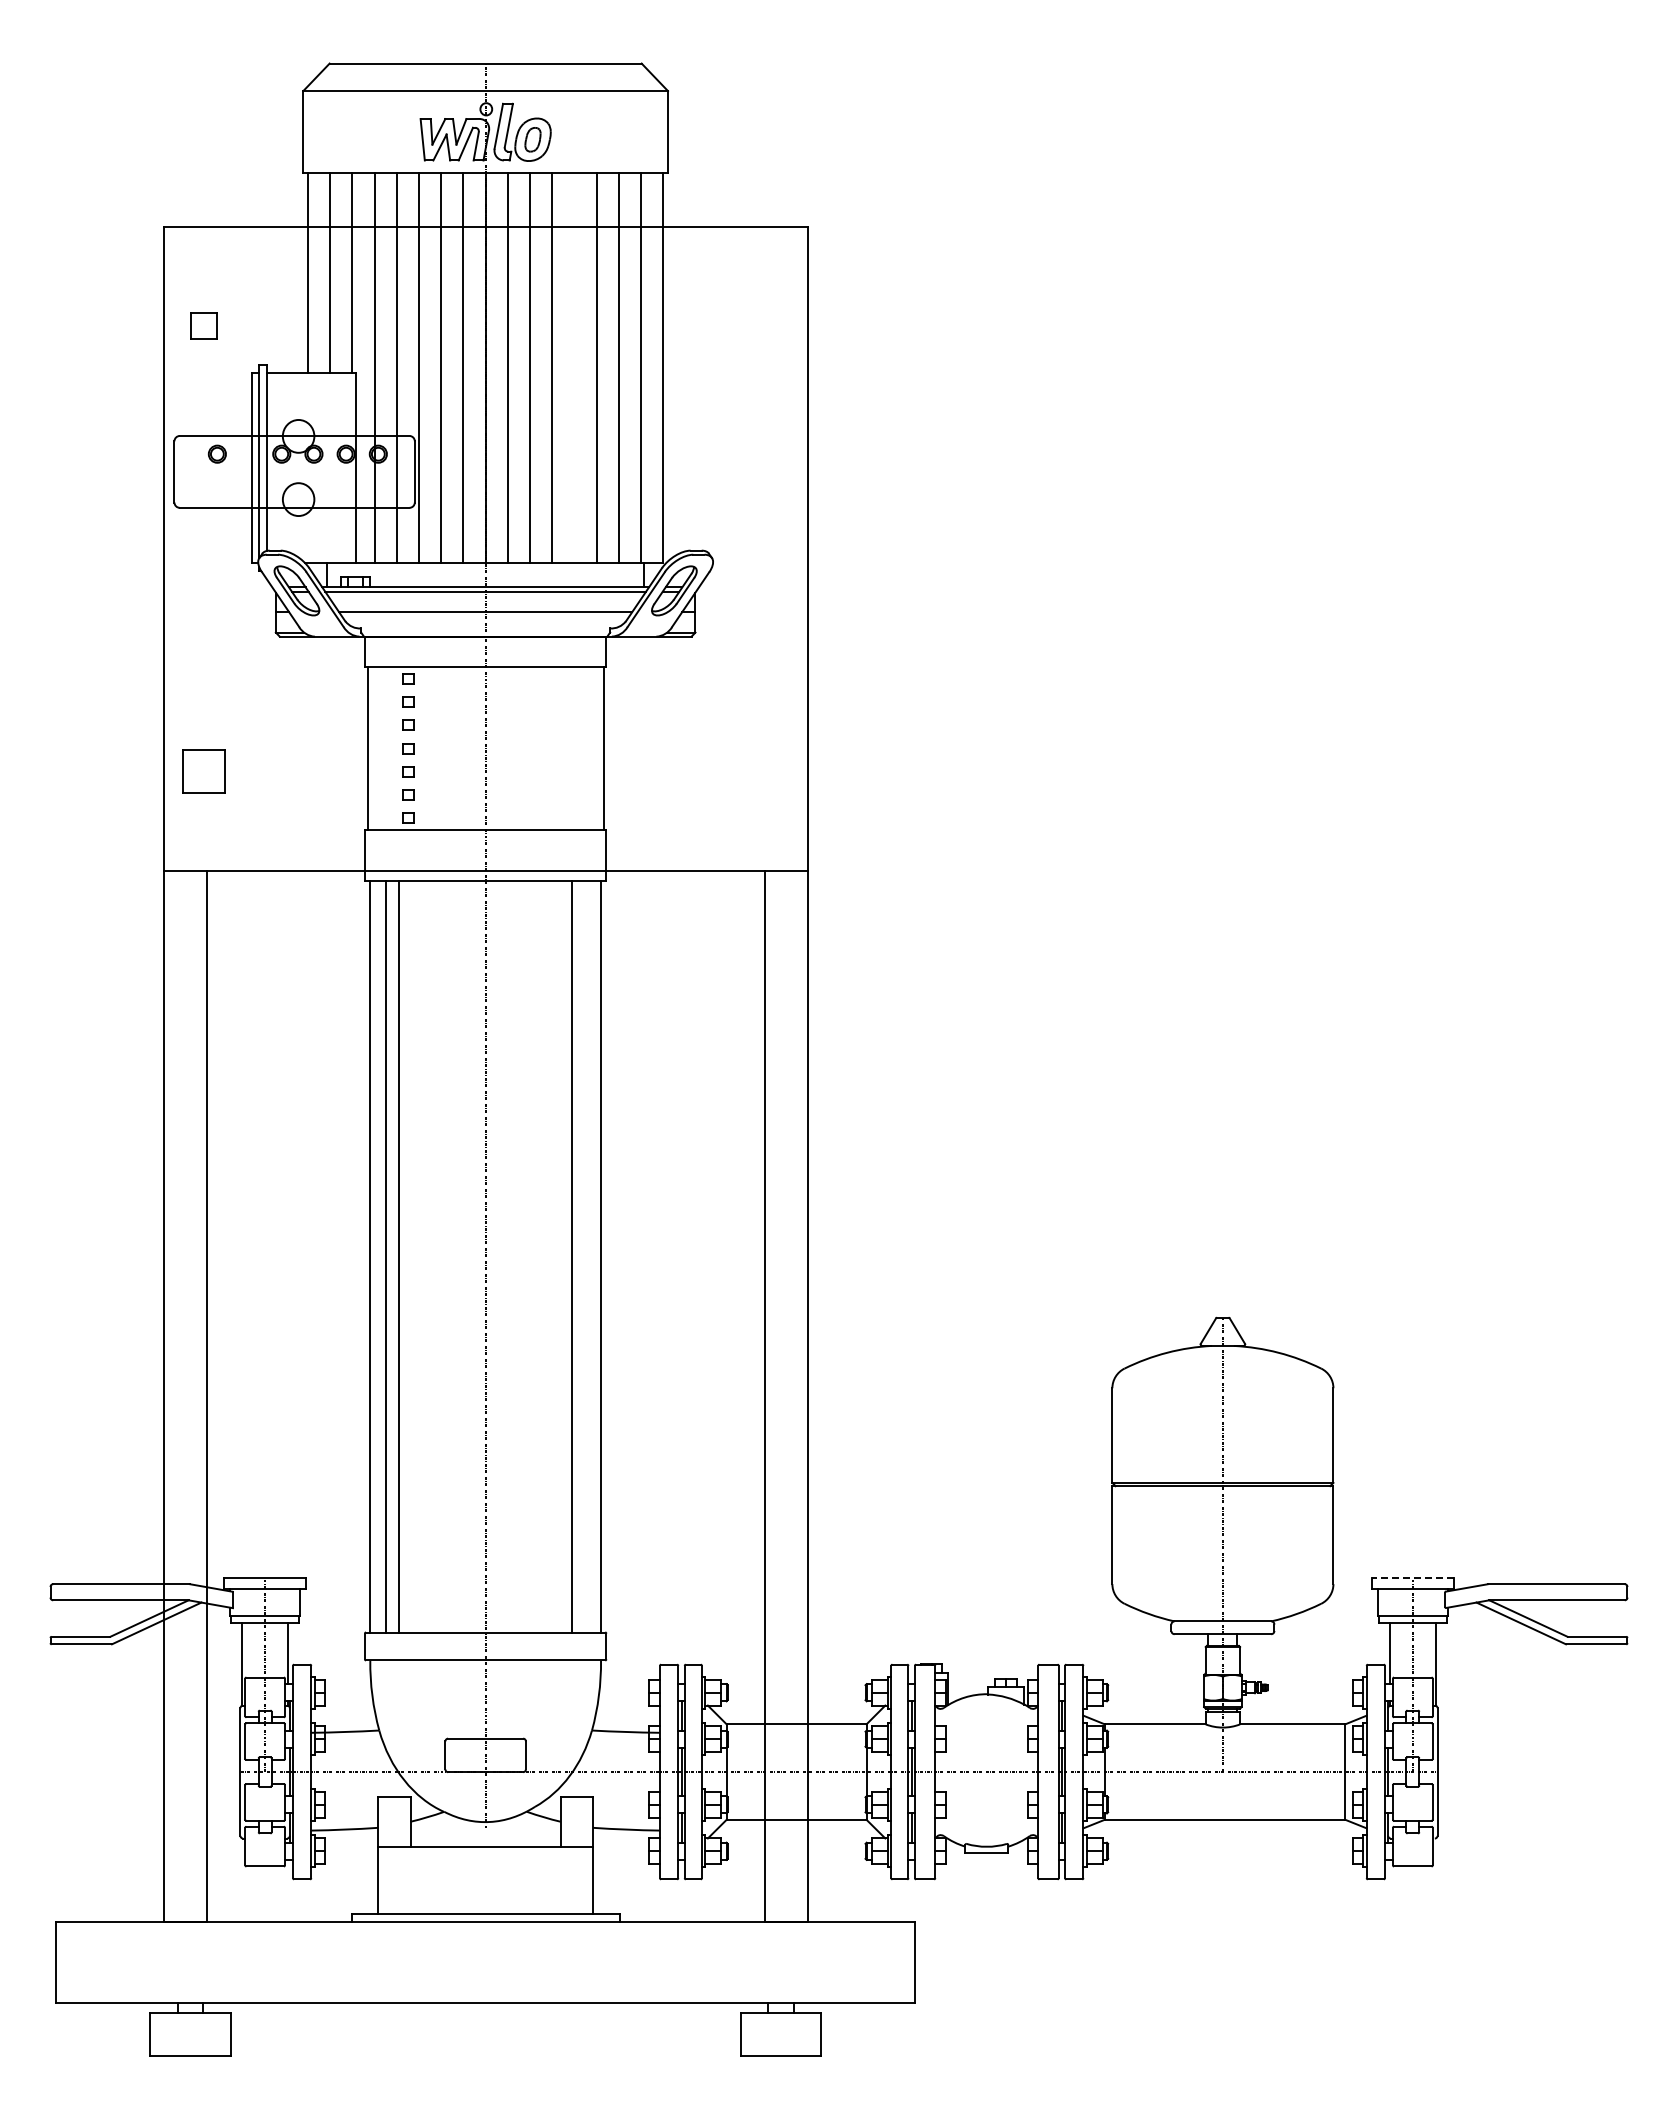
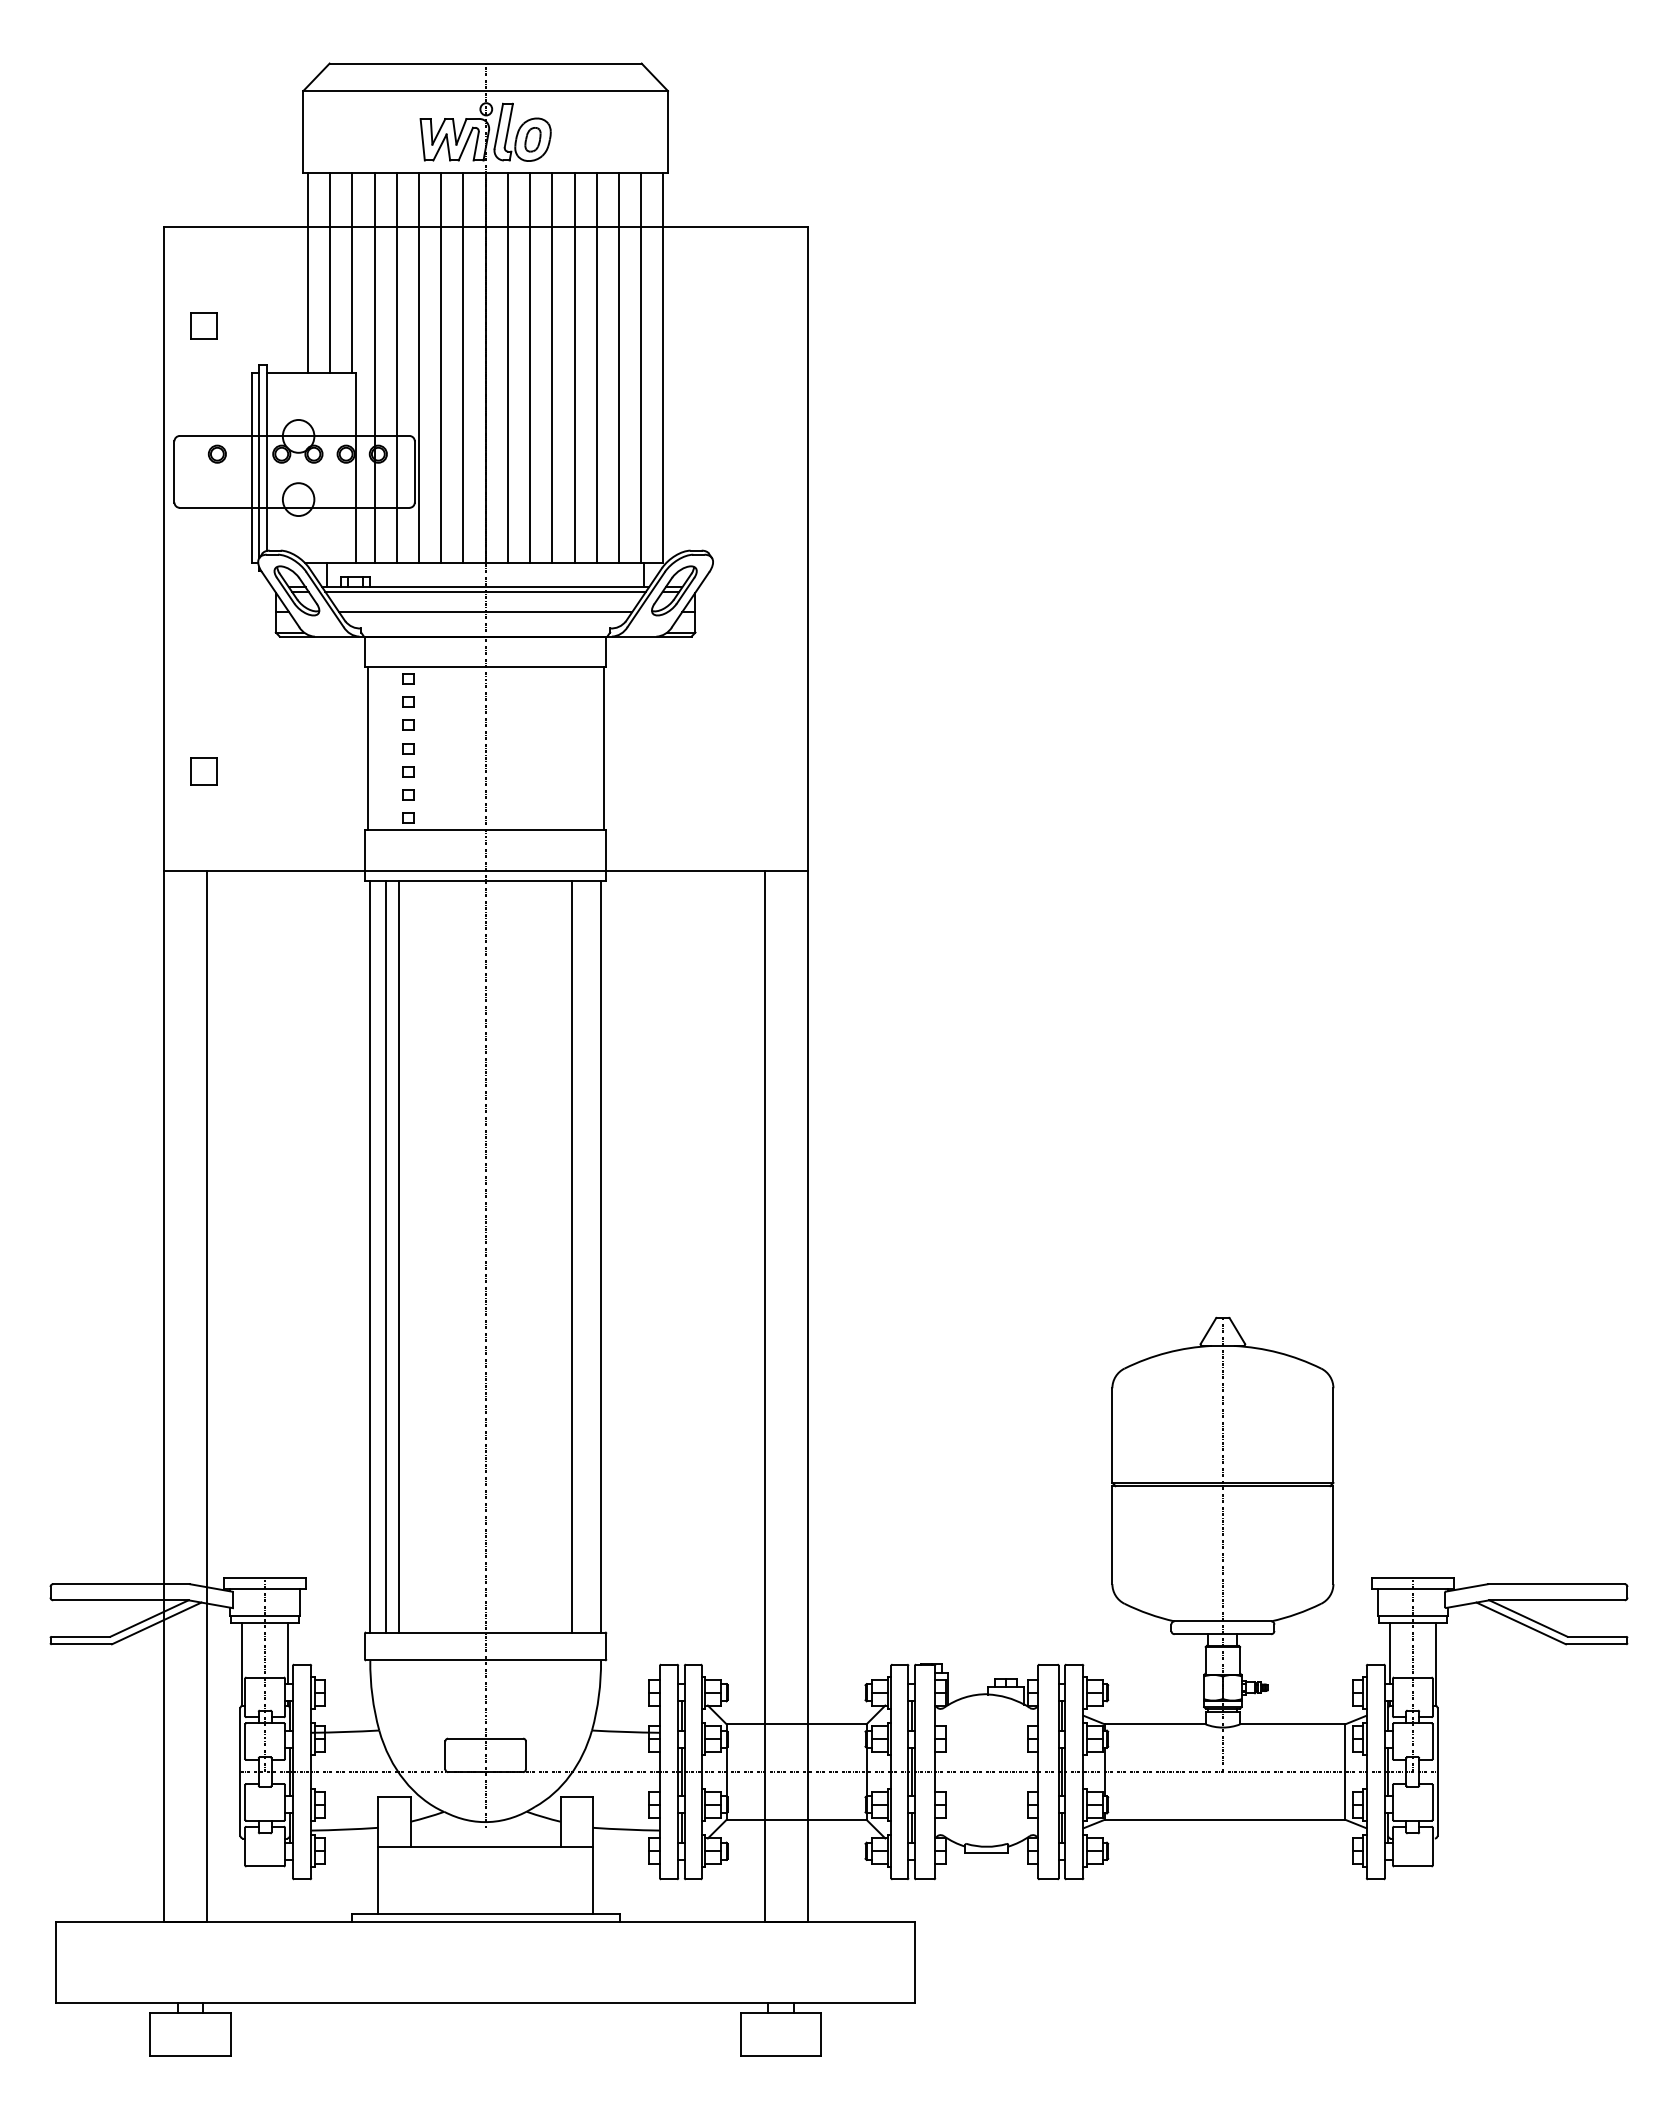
line at (574, 367): none -> present
part at (203, 771) size: 44x45 px -> 28x29 px
line at (1412, 1577): dashed -> solid
